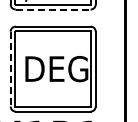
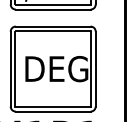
line at (53, 9): dashed -> solid
line at (10, 69): dashed -> solid
